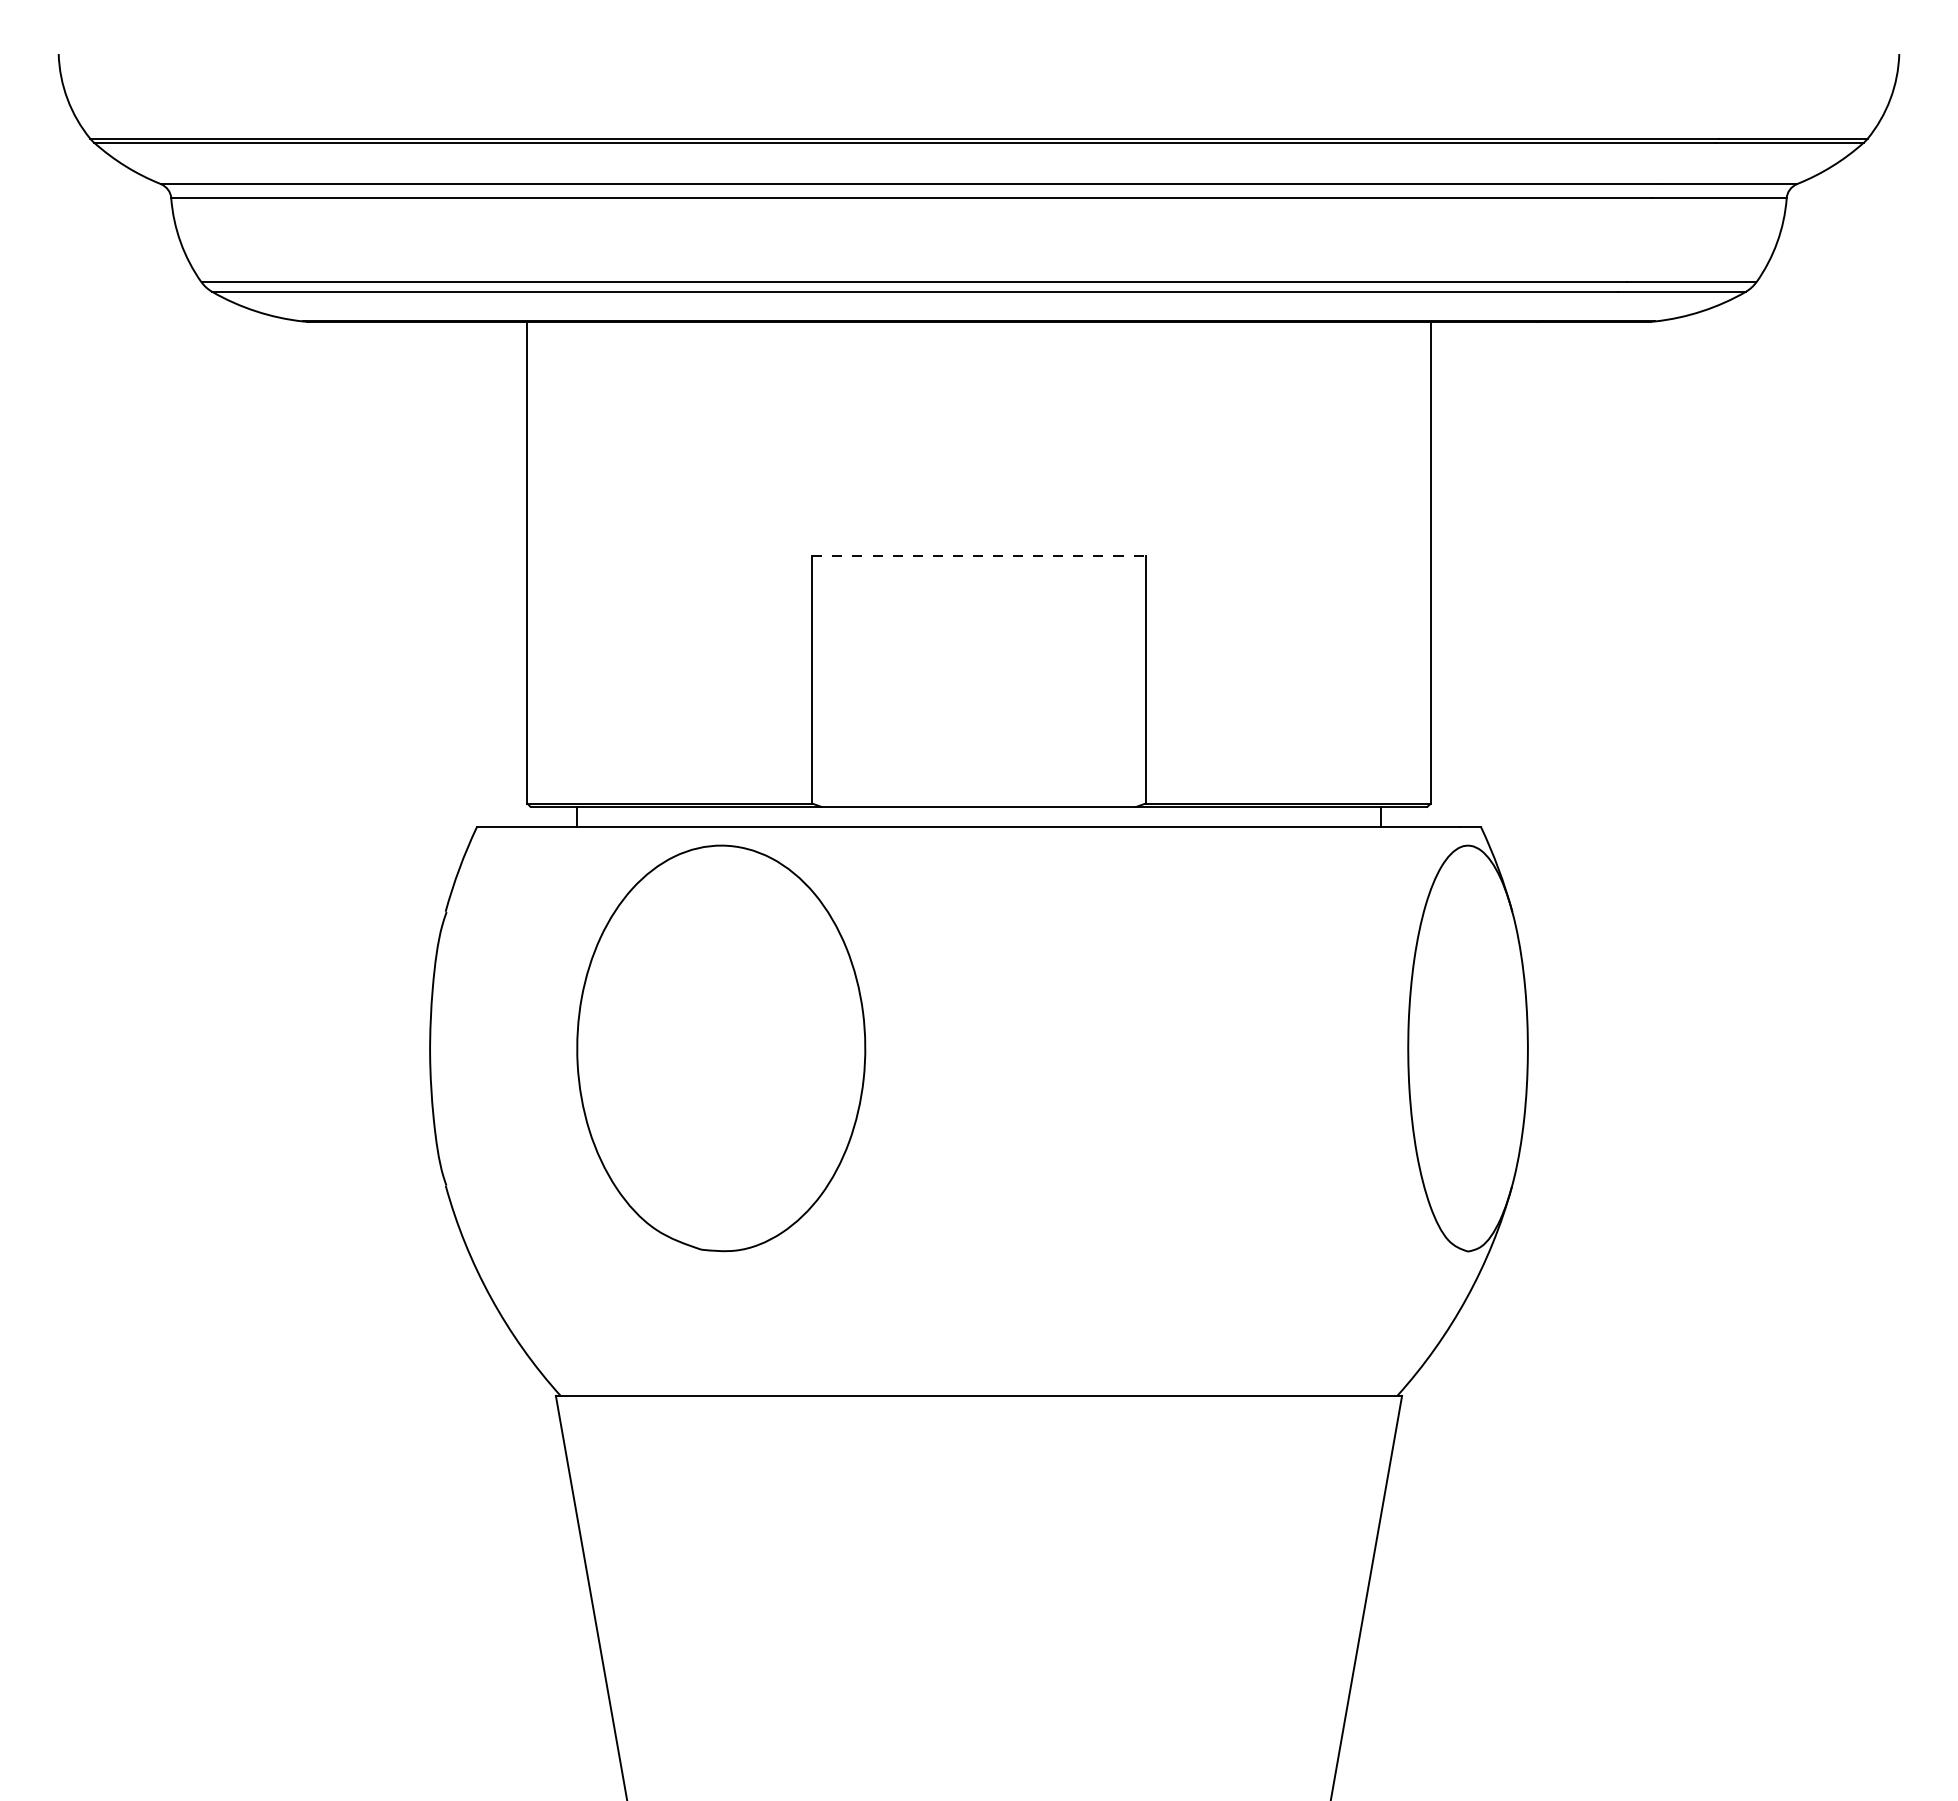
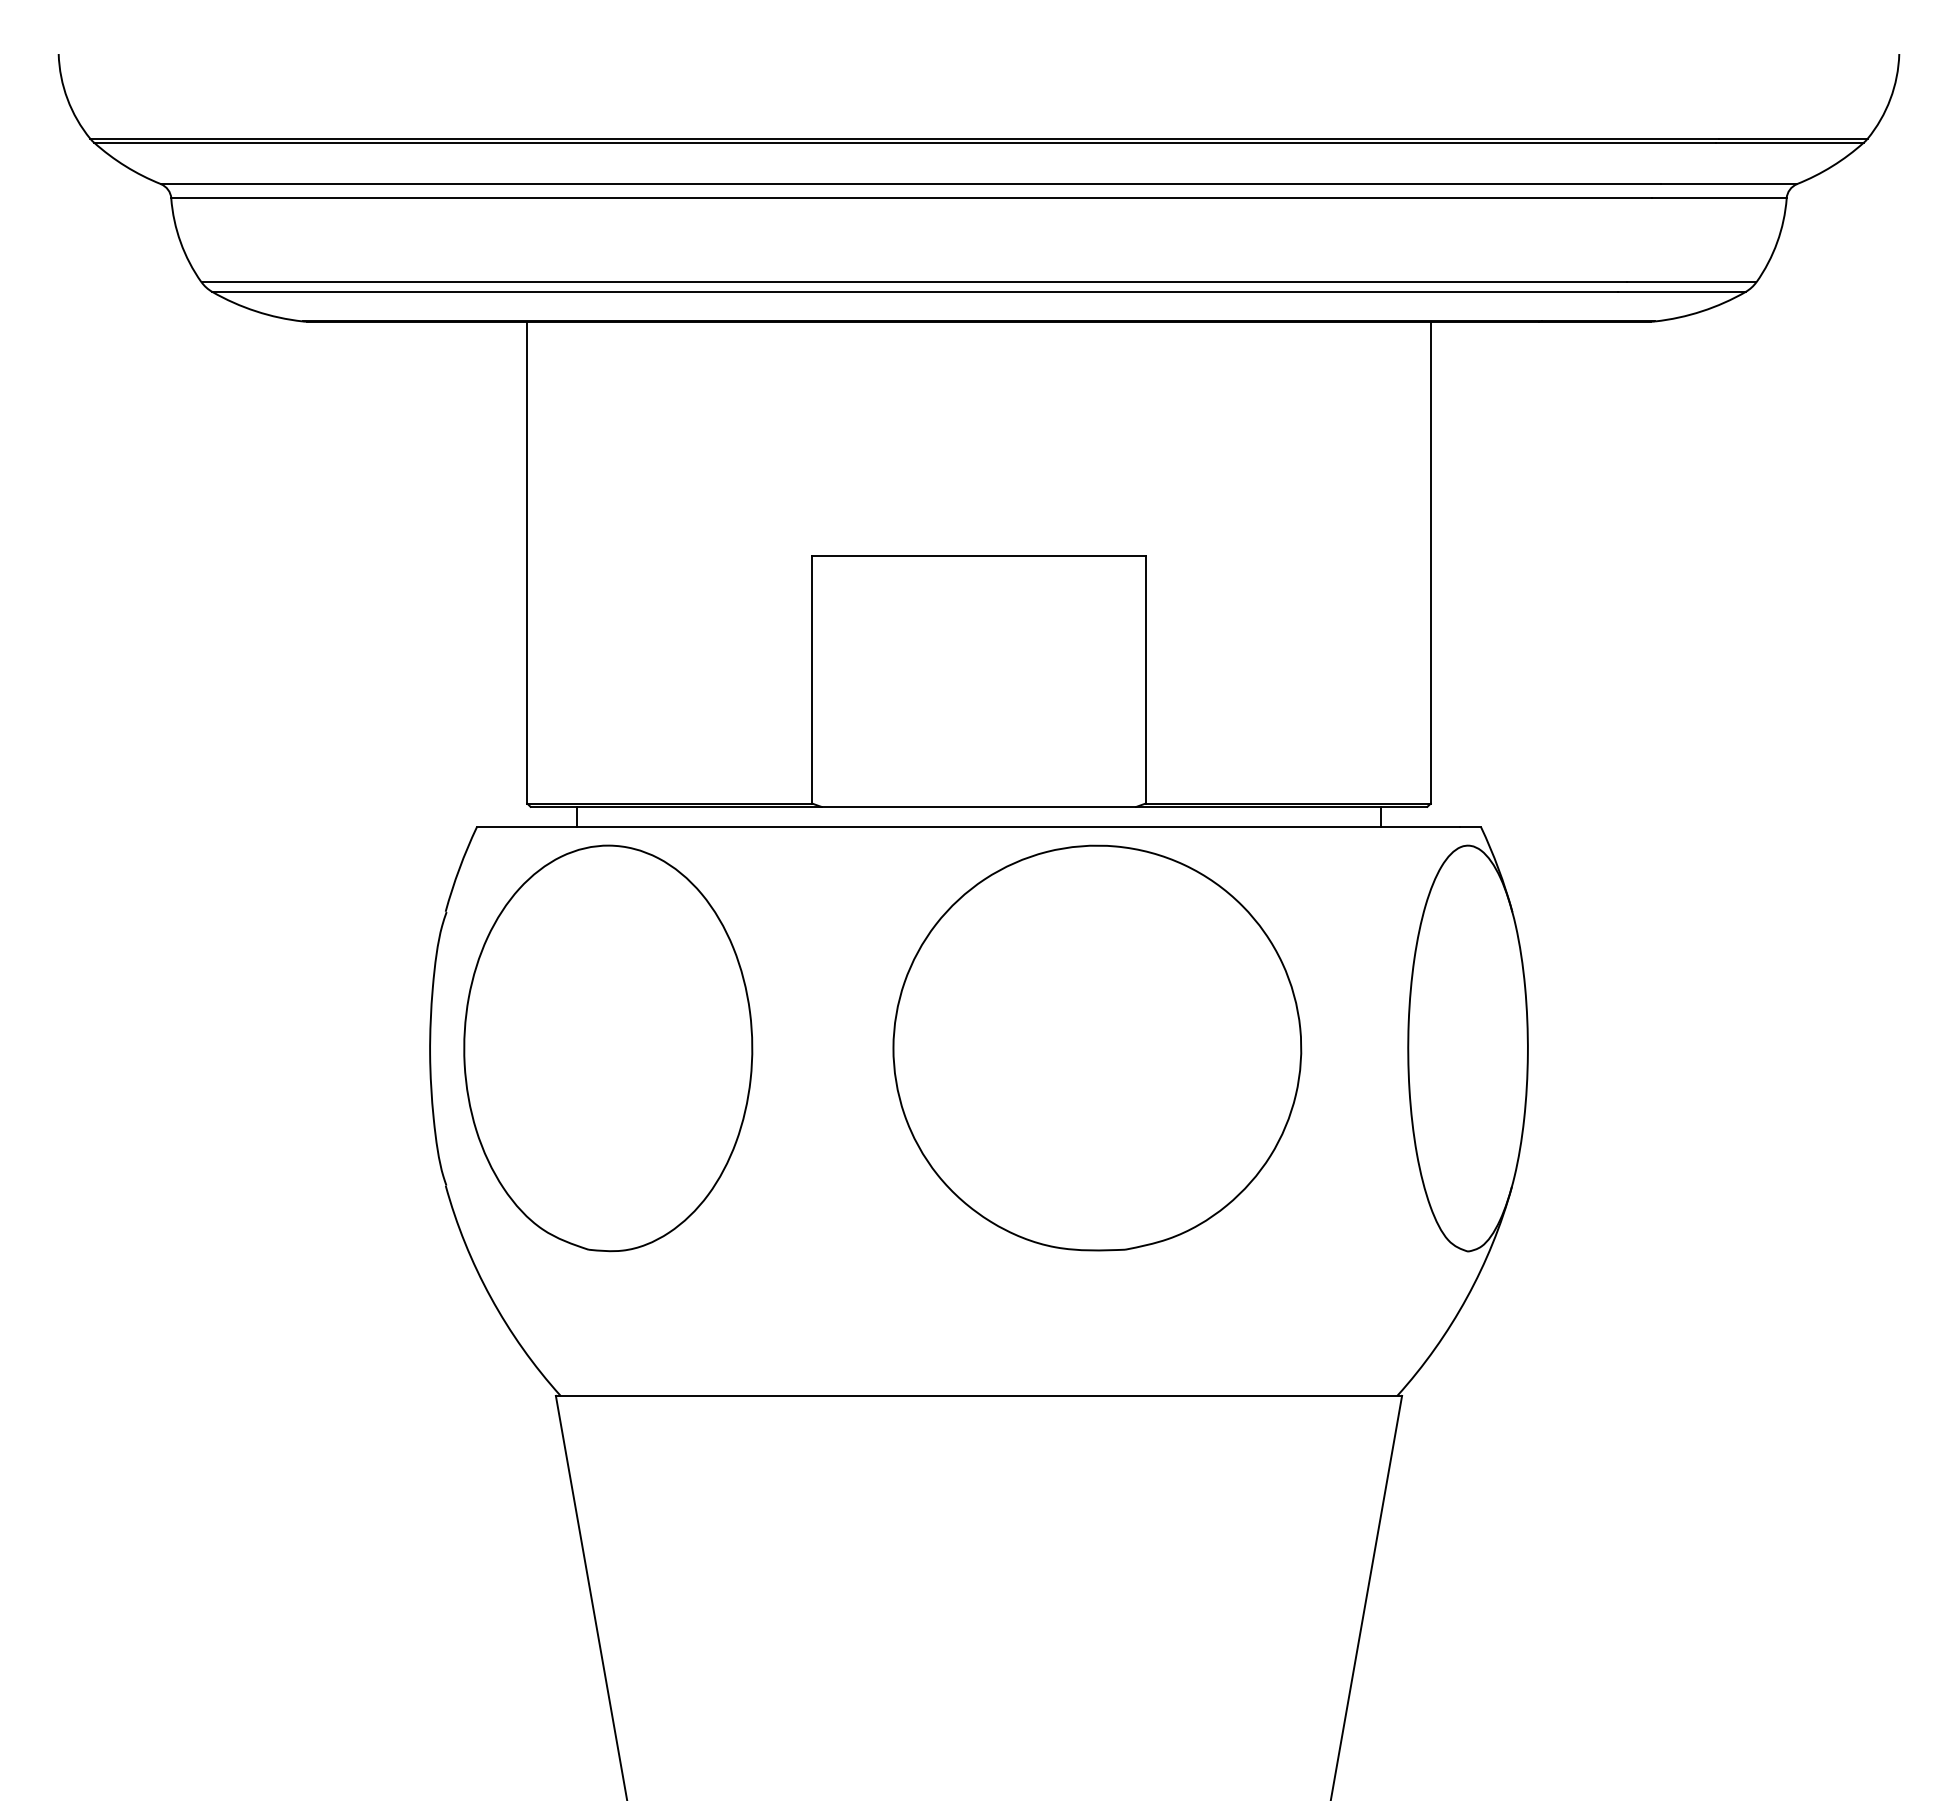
line at (978, 555): dashed -> solid
part at (1097, 1047): none -> present
part at (721, 1048) position: (721, 1048) -> (608, 1048)
